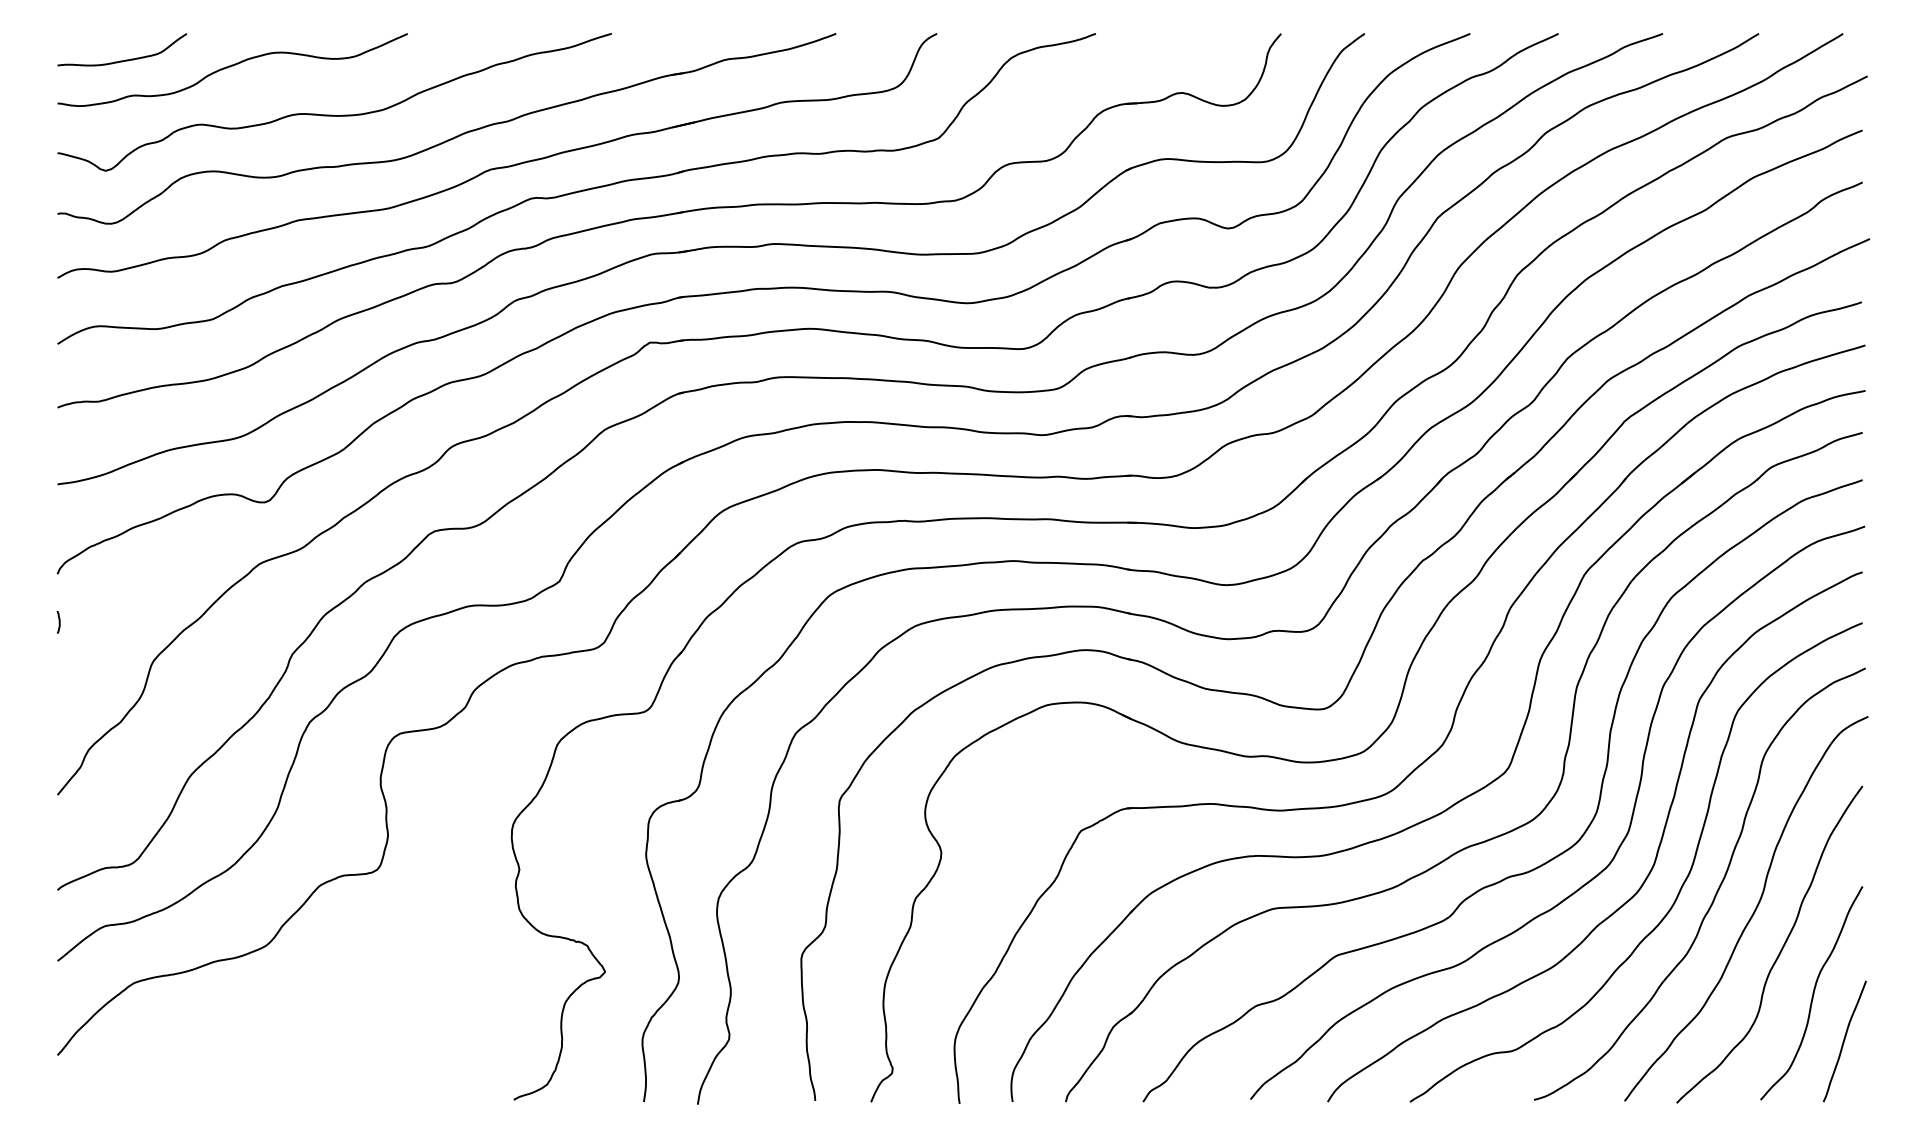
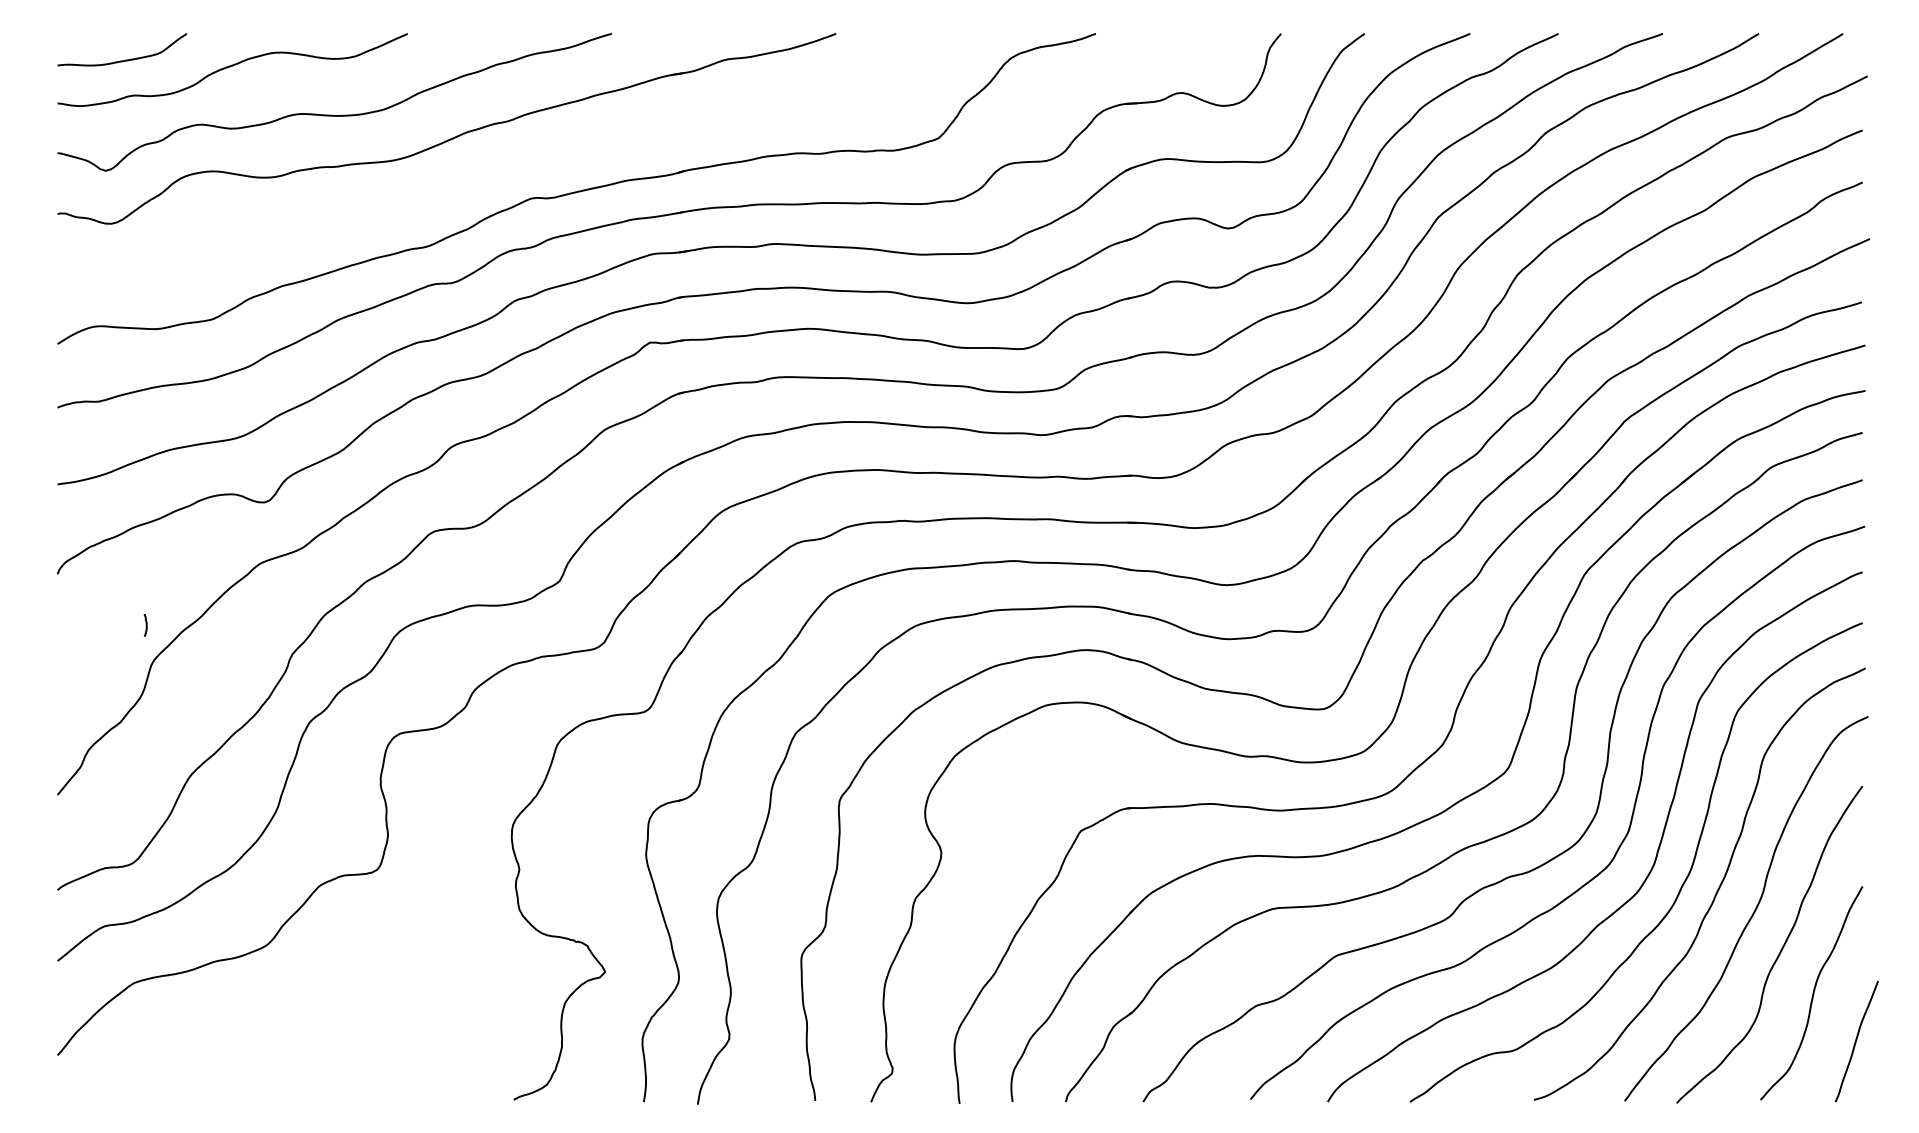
part at (501, 166): present -> none
curve at (58, 622) position: (58, 622) -> (145, 625)
curve at (1844, 1041) position: (1844, 1041) -> (1856, 1041)
